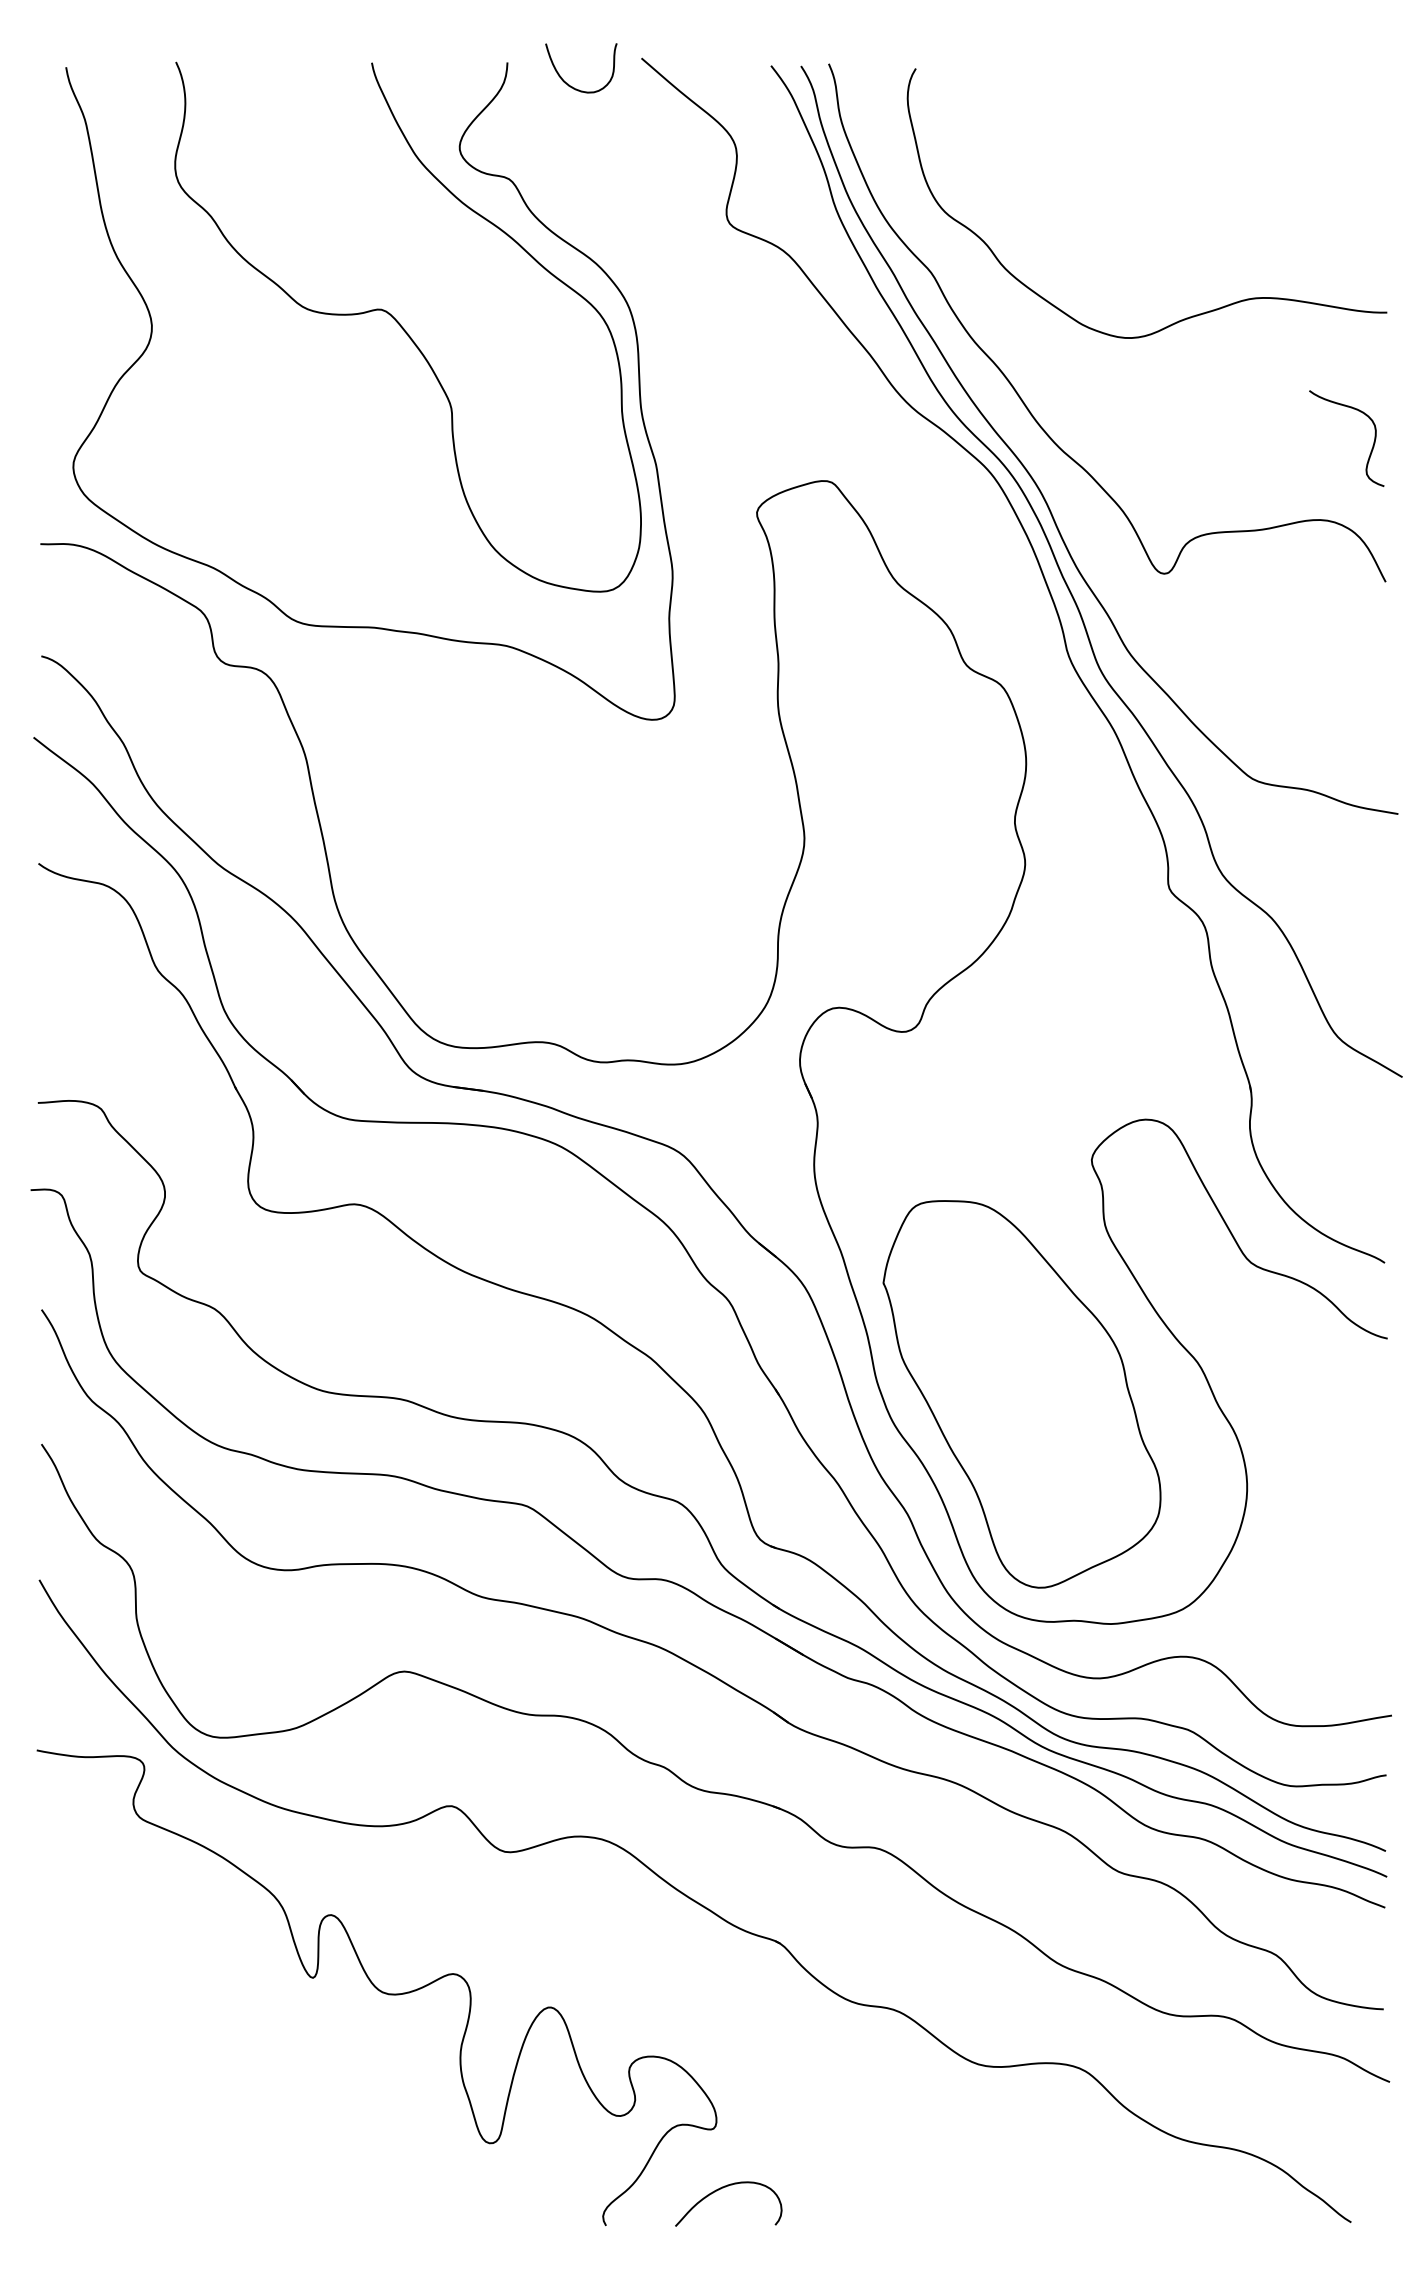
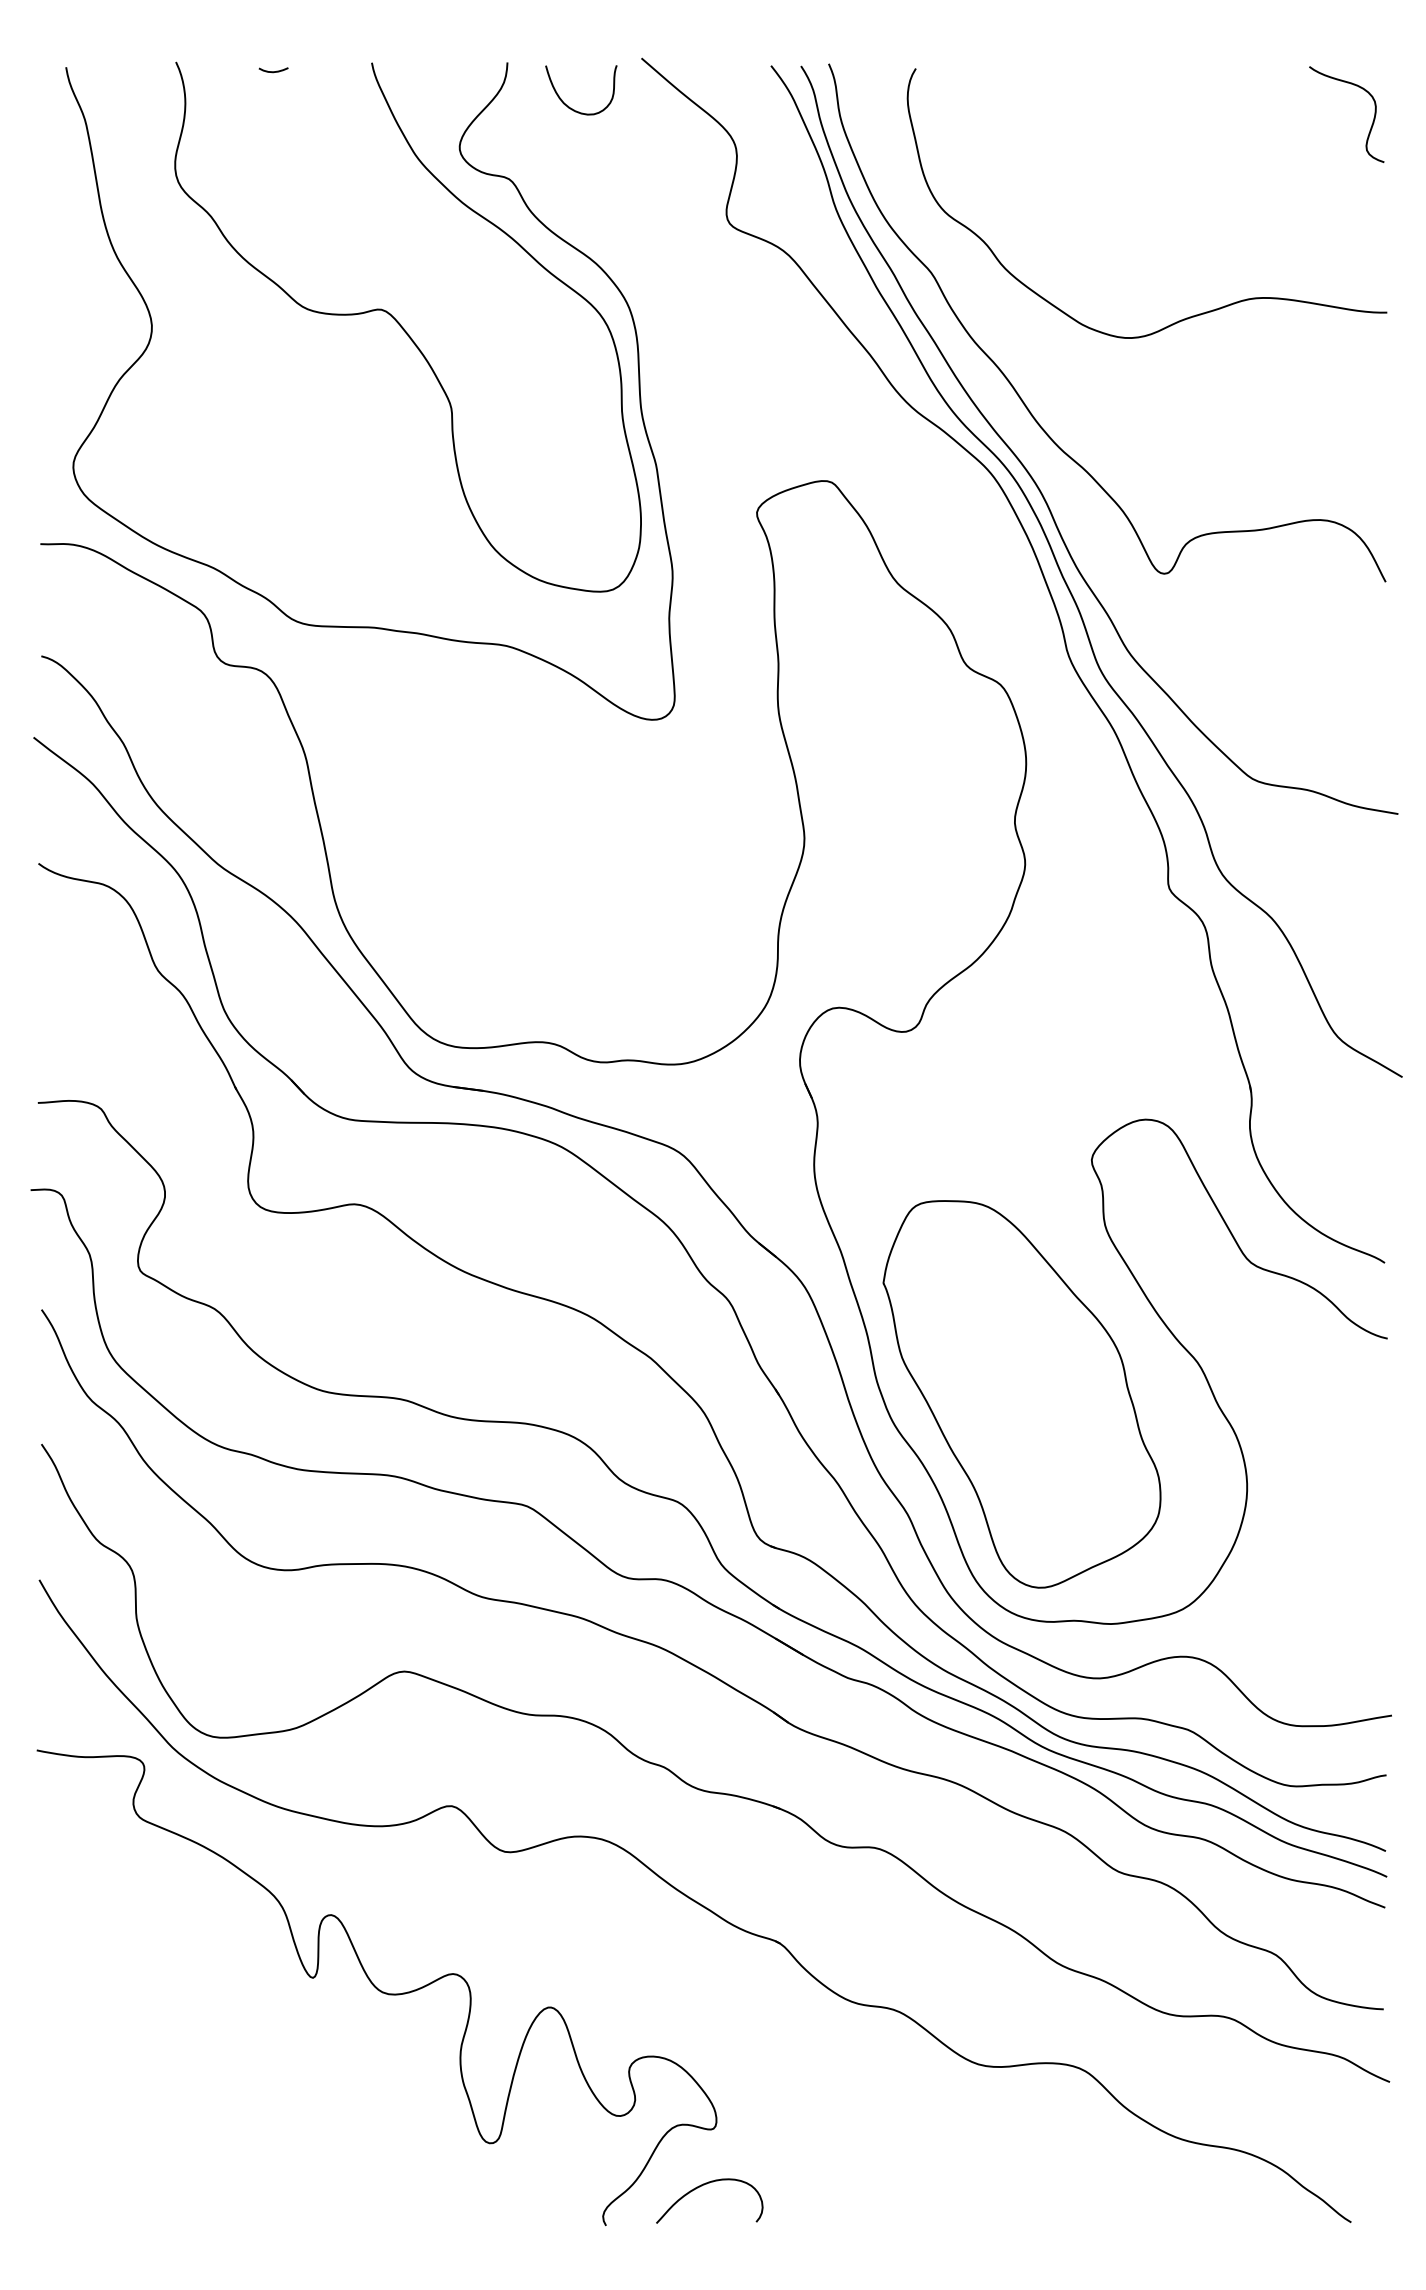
curve at (273, 71): none -> present
curve at (568, 83) position: (568, 83) -> (568, 105)
curve at (1372, 445) position: (1372, 445) -> (1372, 121)
curve at (721, 2189) position: (721, 2189) -> (702, 2186)
